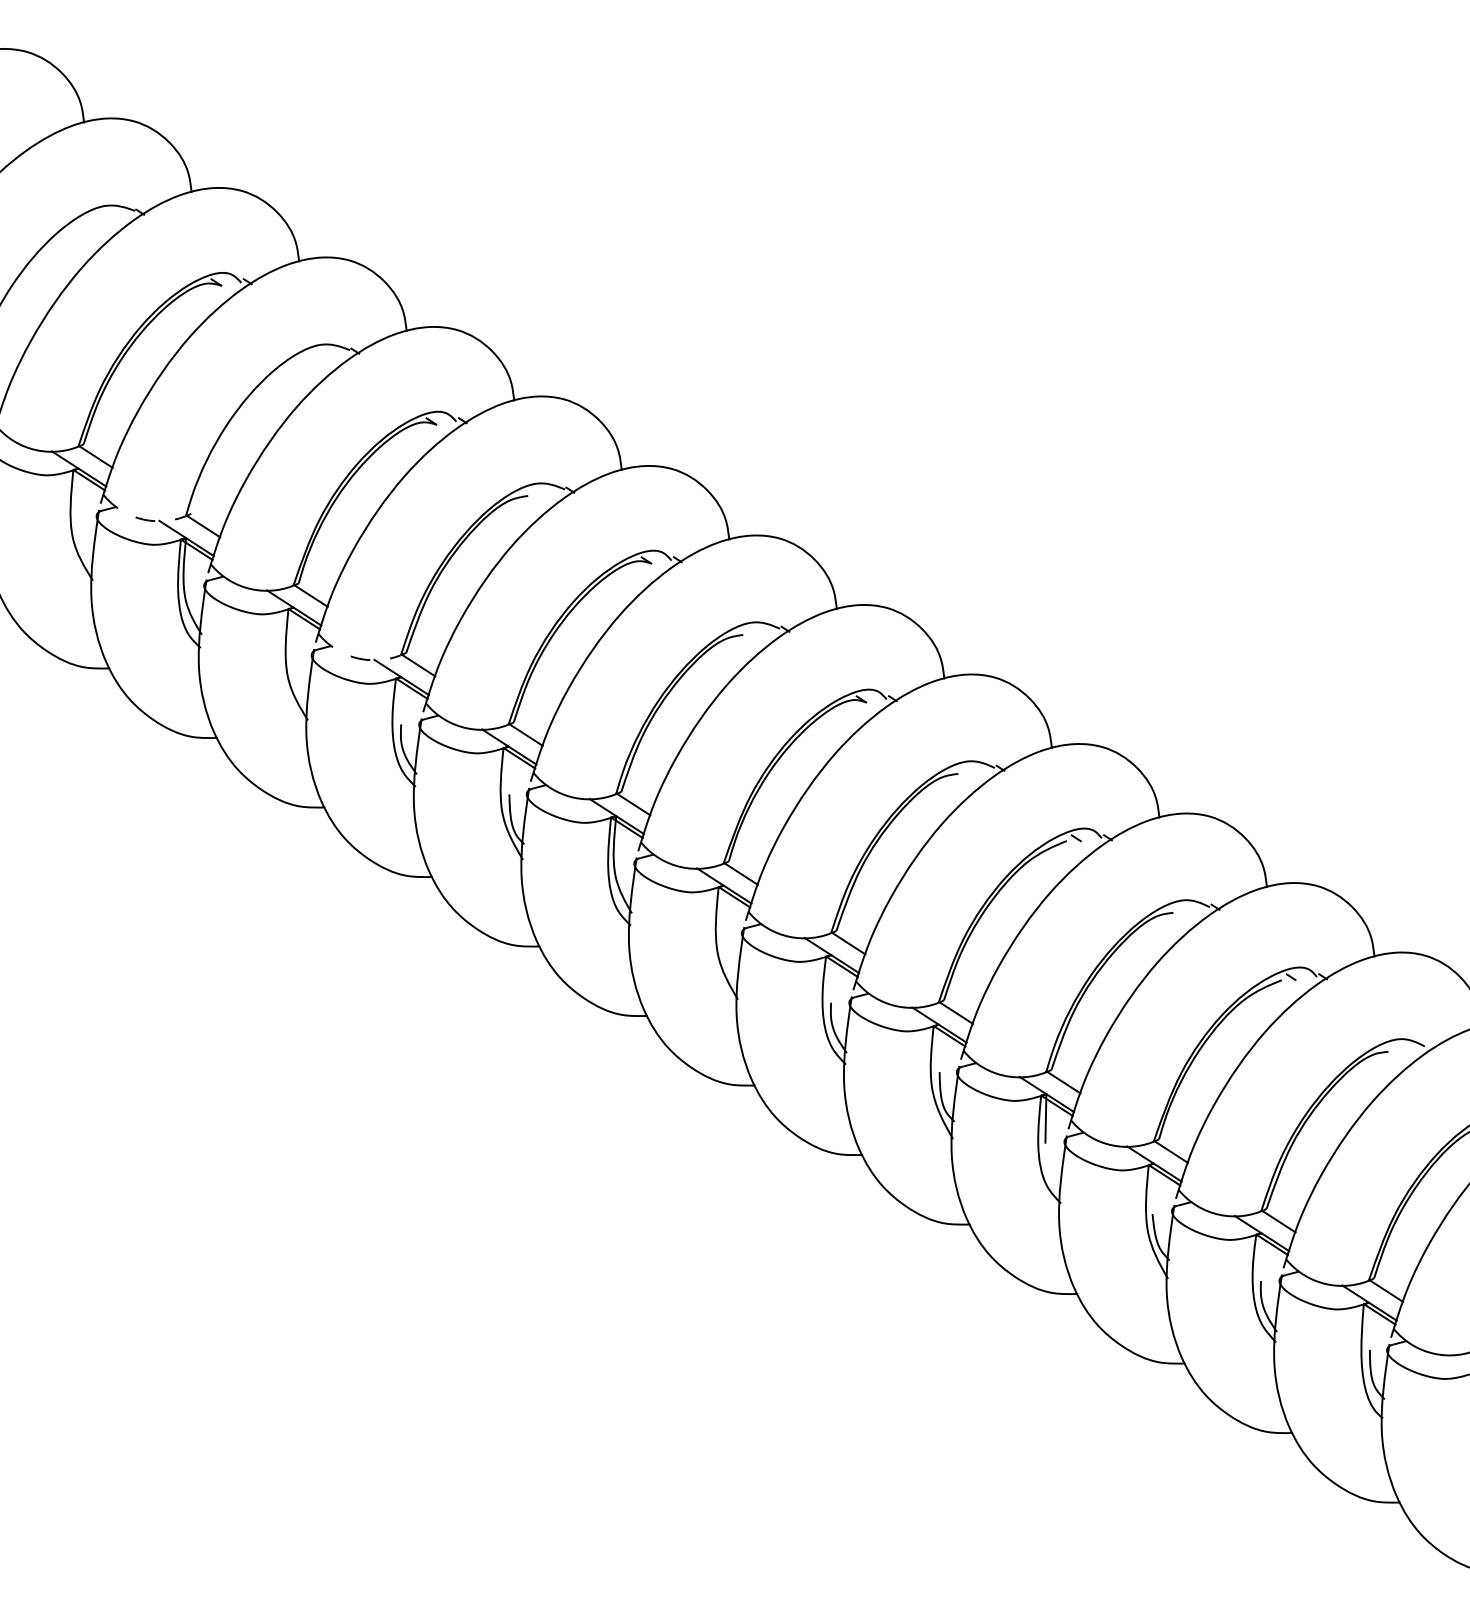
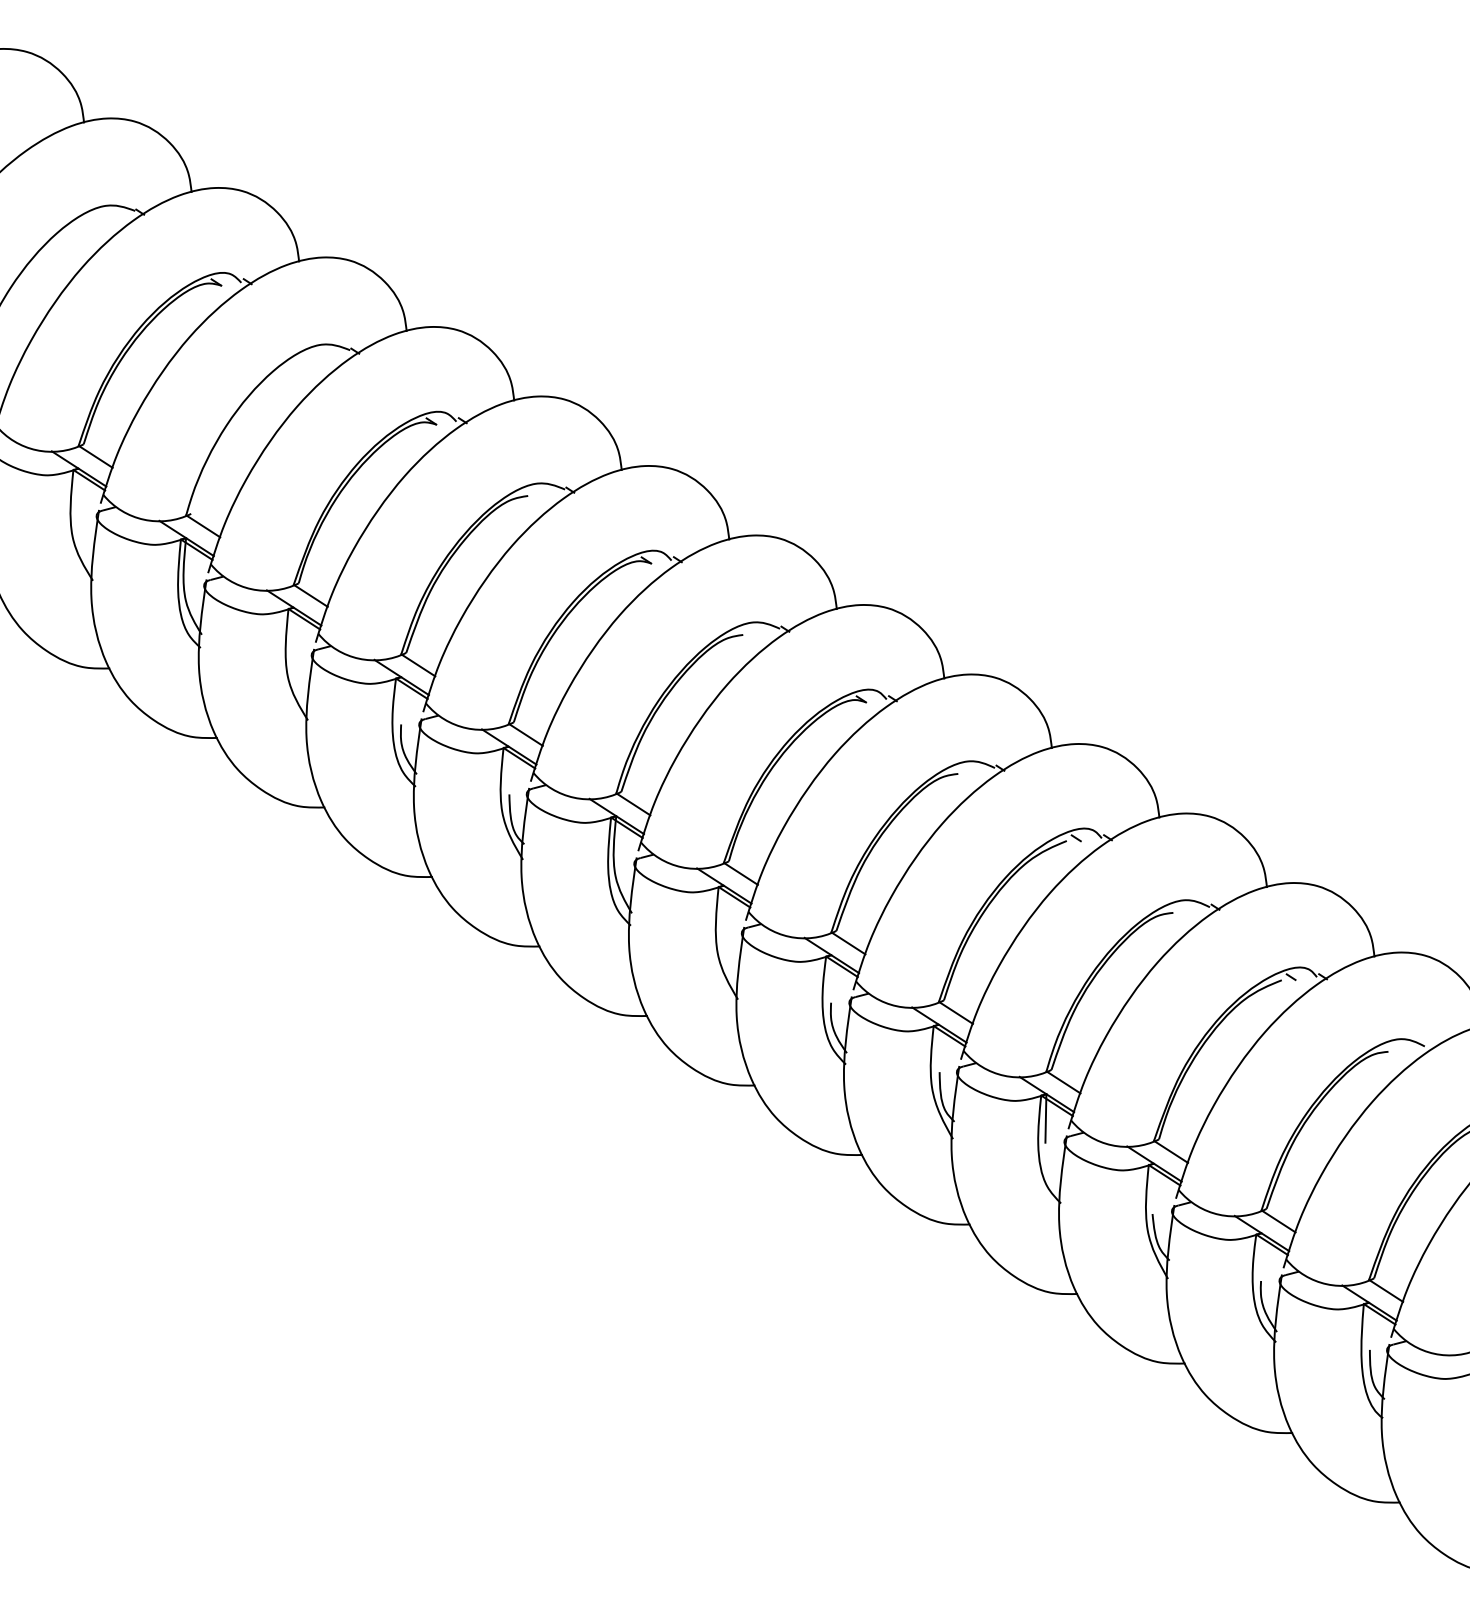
arc at (143, 519): dashed -> solid
arc at (359, 658): dashed -> solid
